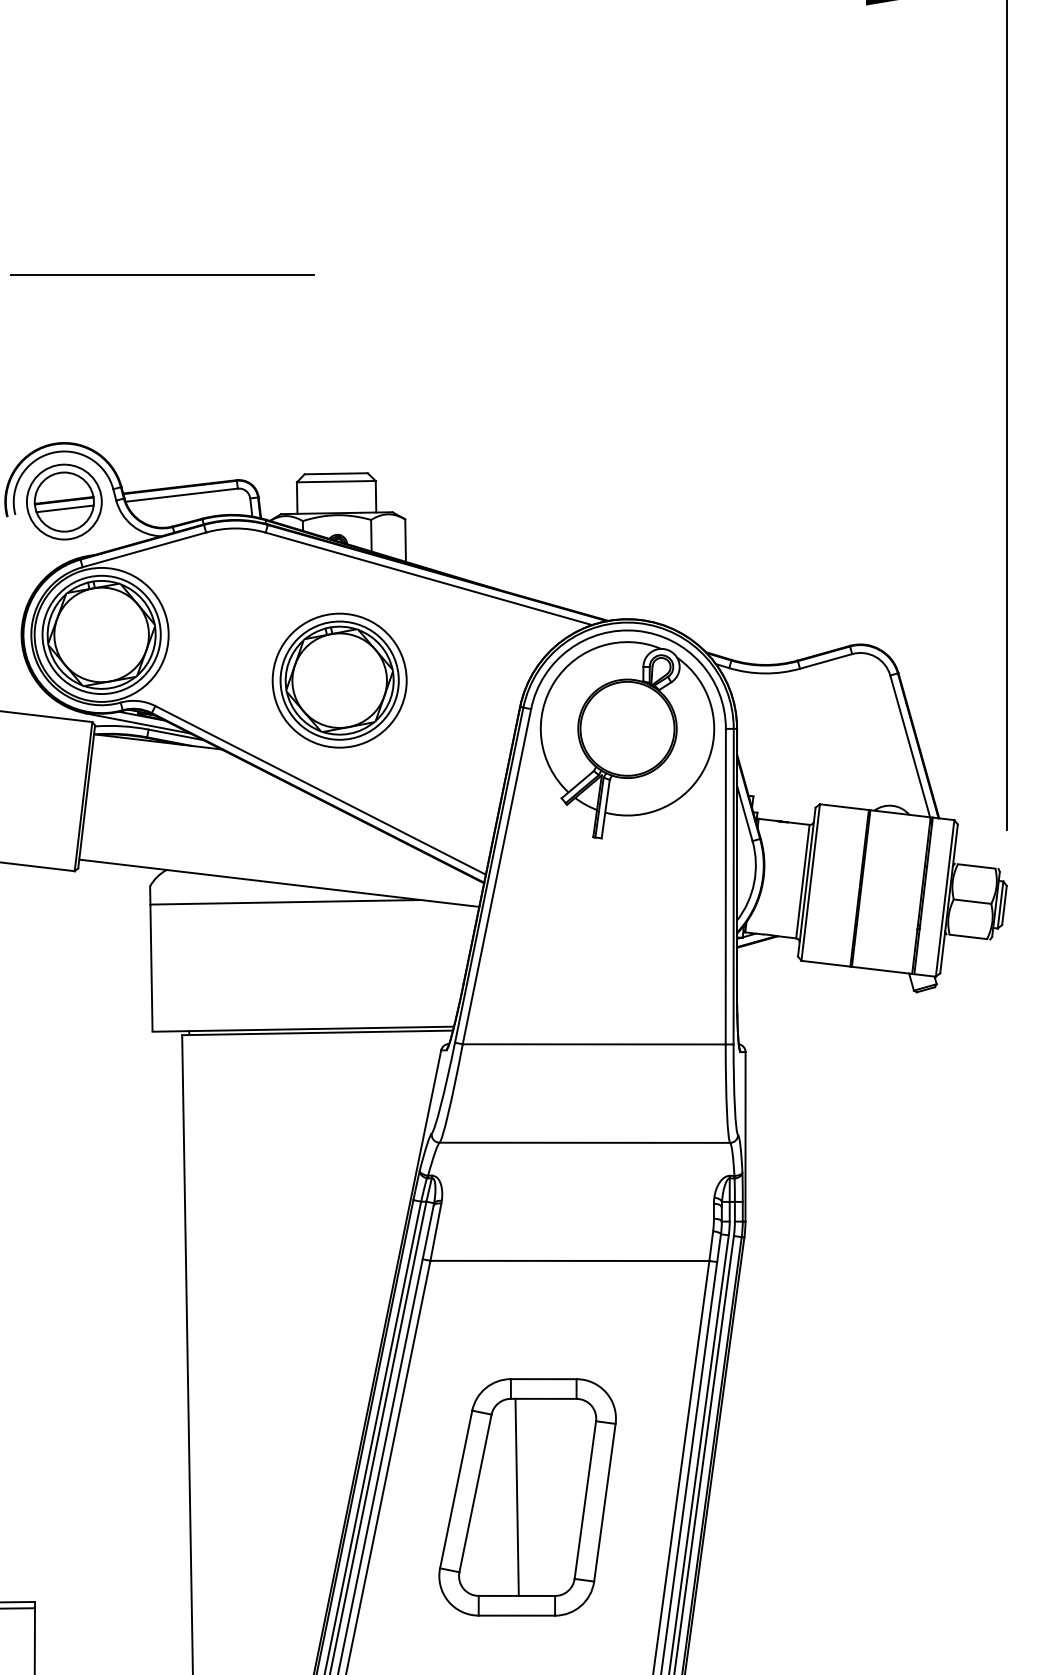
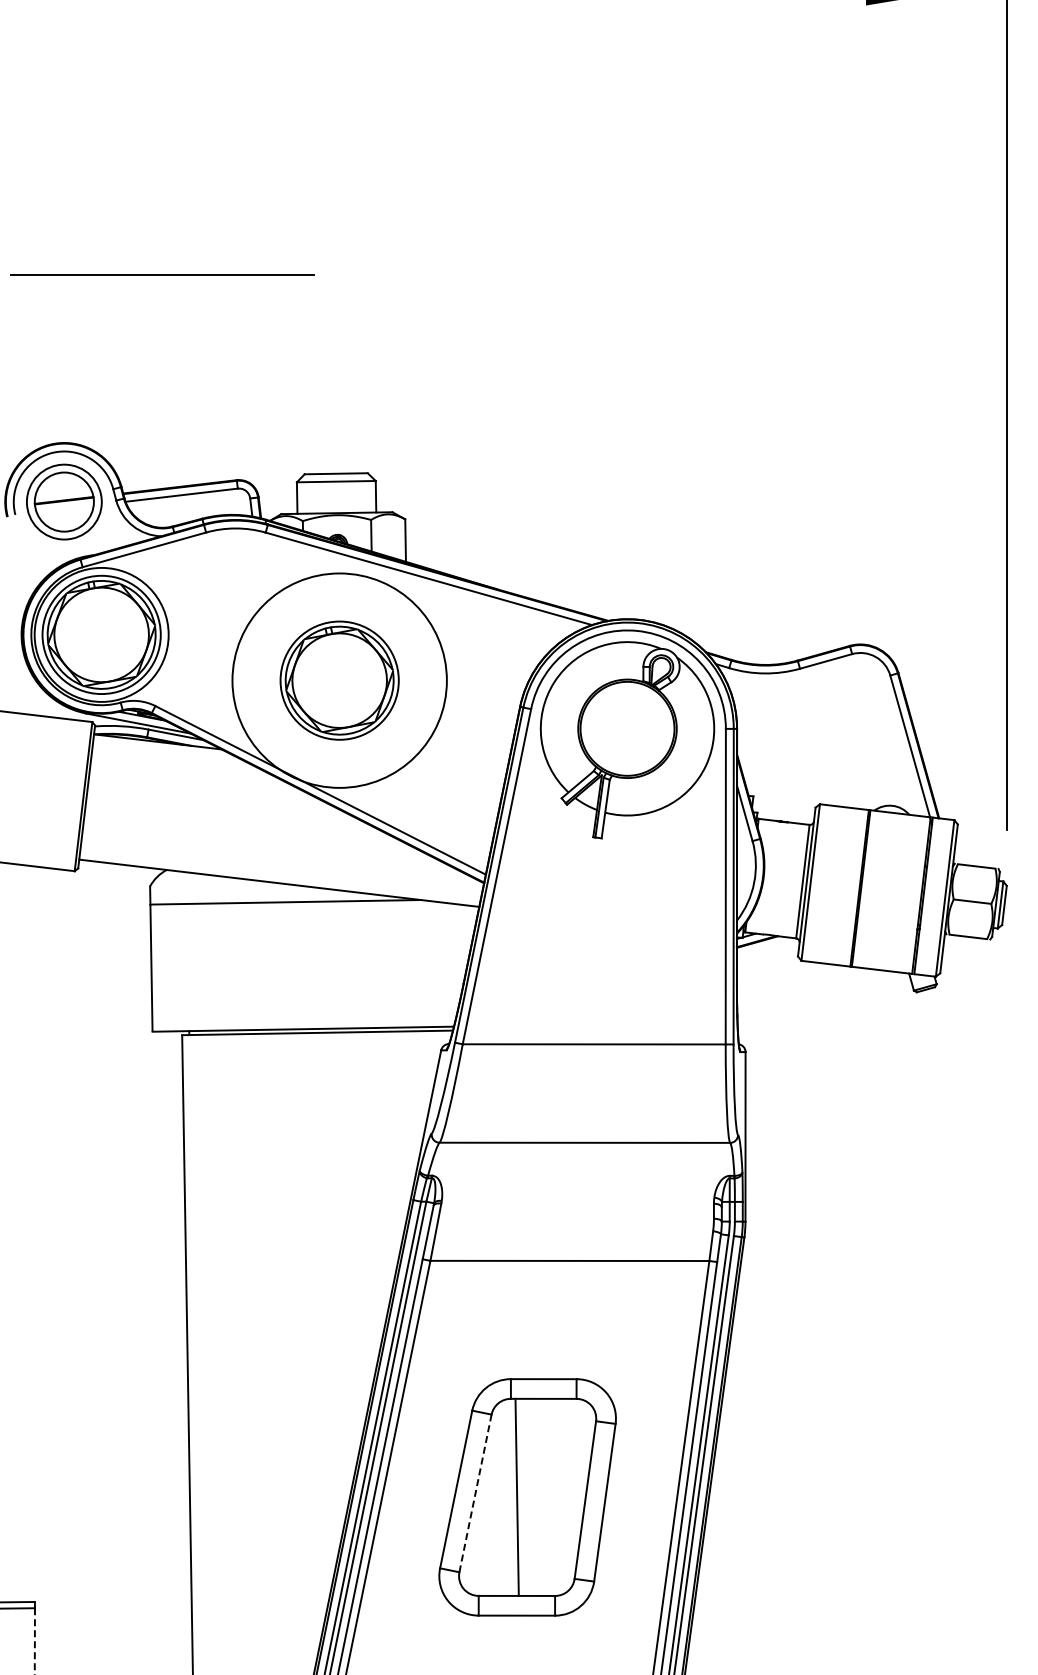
line at (64, 508): present -> none
circle at (339, 680) diameter: 134 px -> 214 px
line at (475, 1492): solid -> dashed
line at (34, 1641): solid -> dashed
